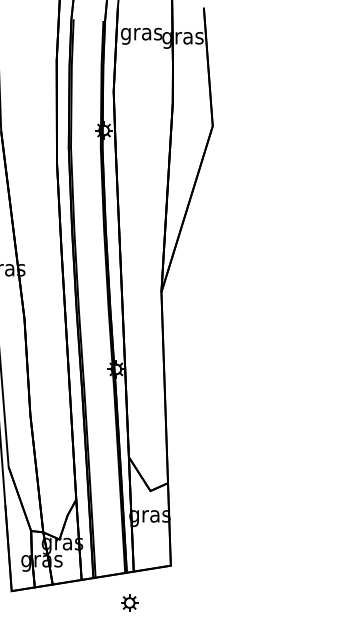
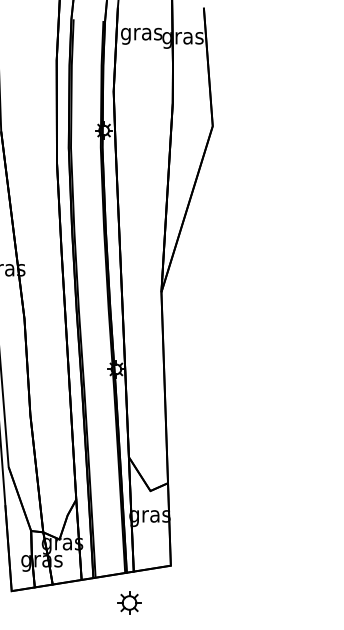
part at (129, 602) size: 18x18 px -> 25x24 px
